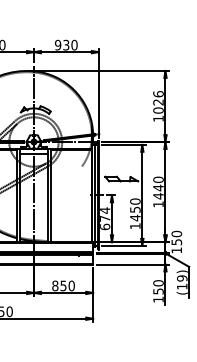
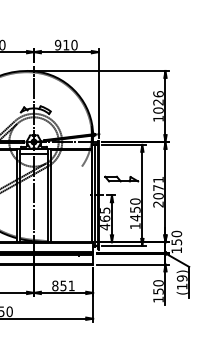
text at (66, 44): 930 -> 910
text at (158, 191): 1440 -> 2071
text at (105, 218): 674 -> 465
text at (71, 285): 850 -> 851
